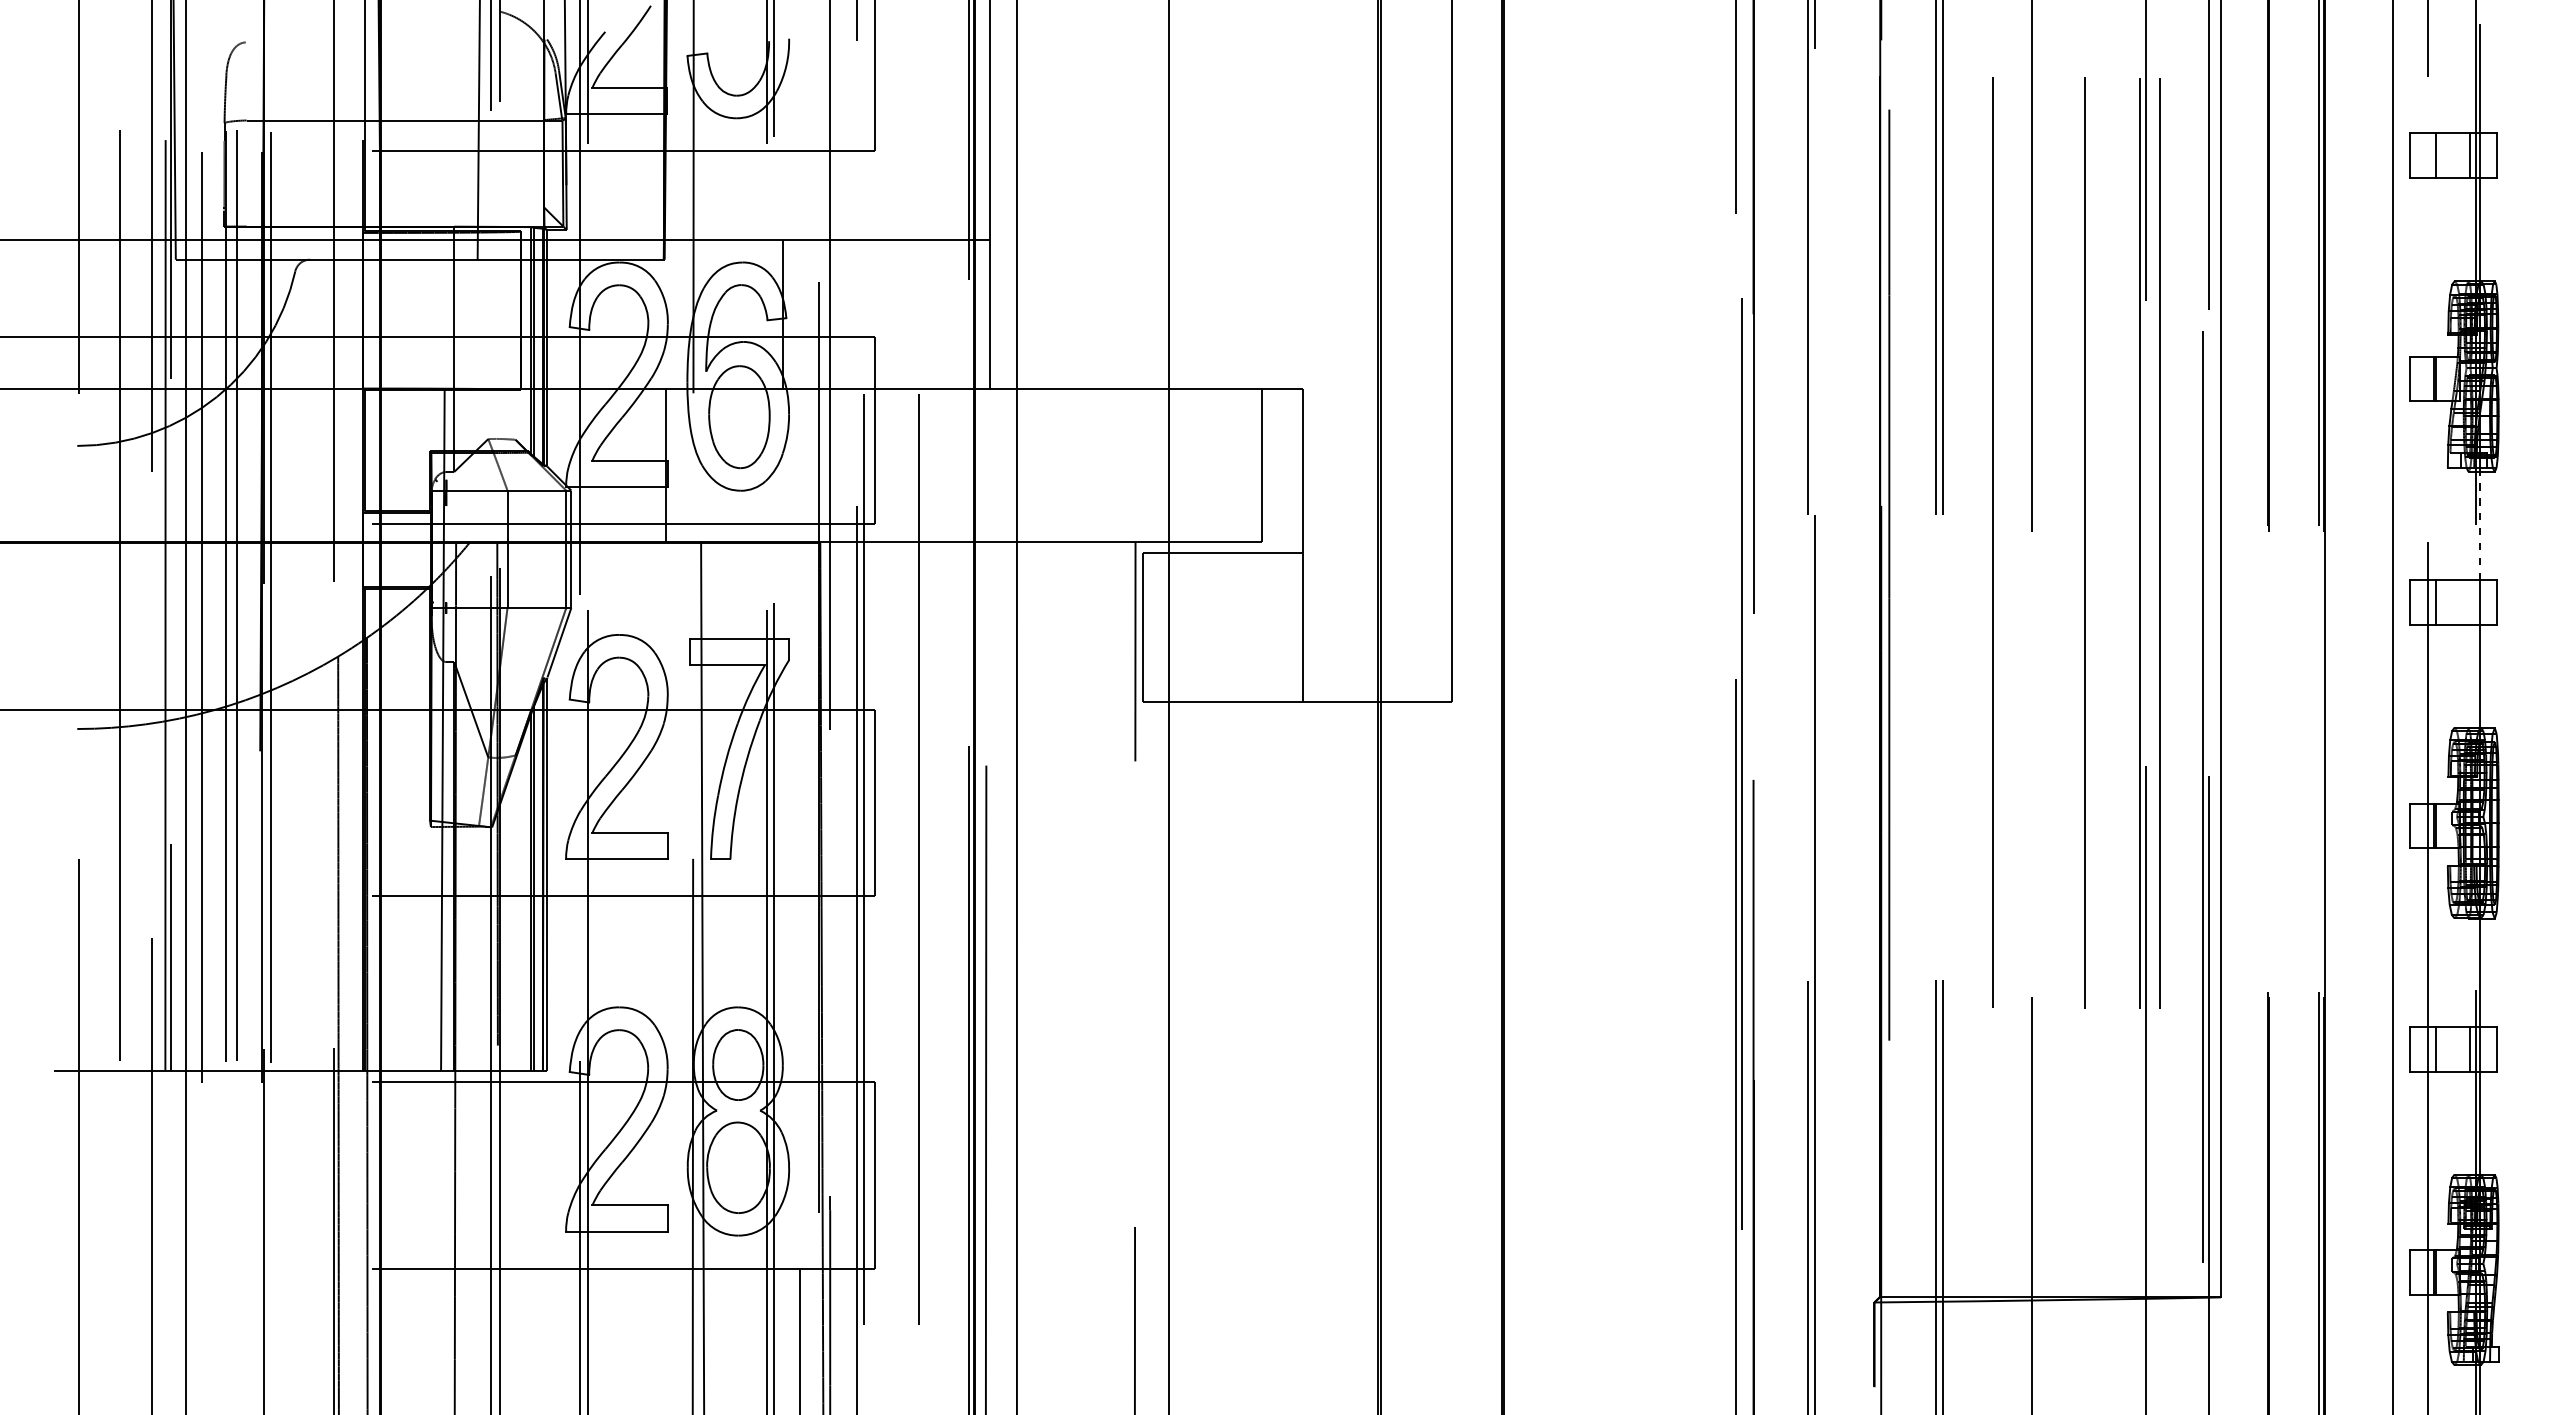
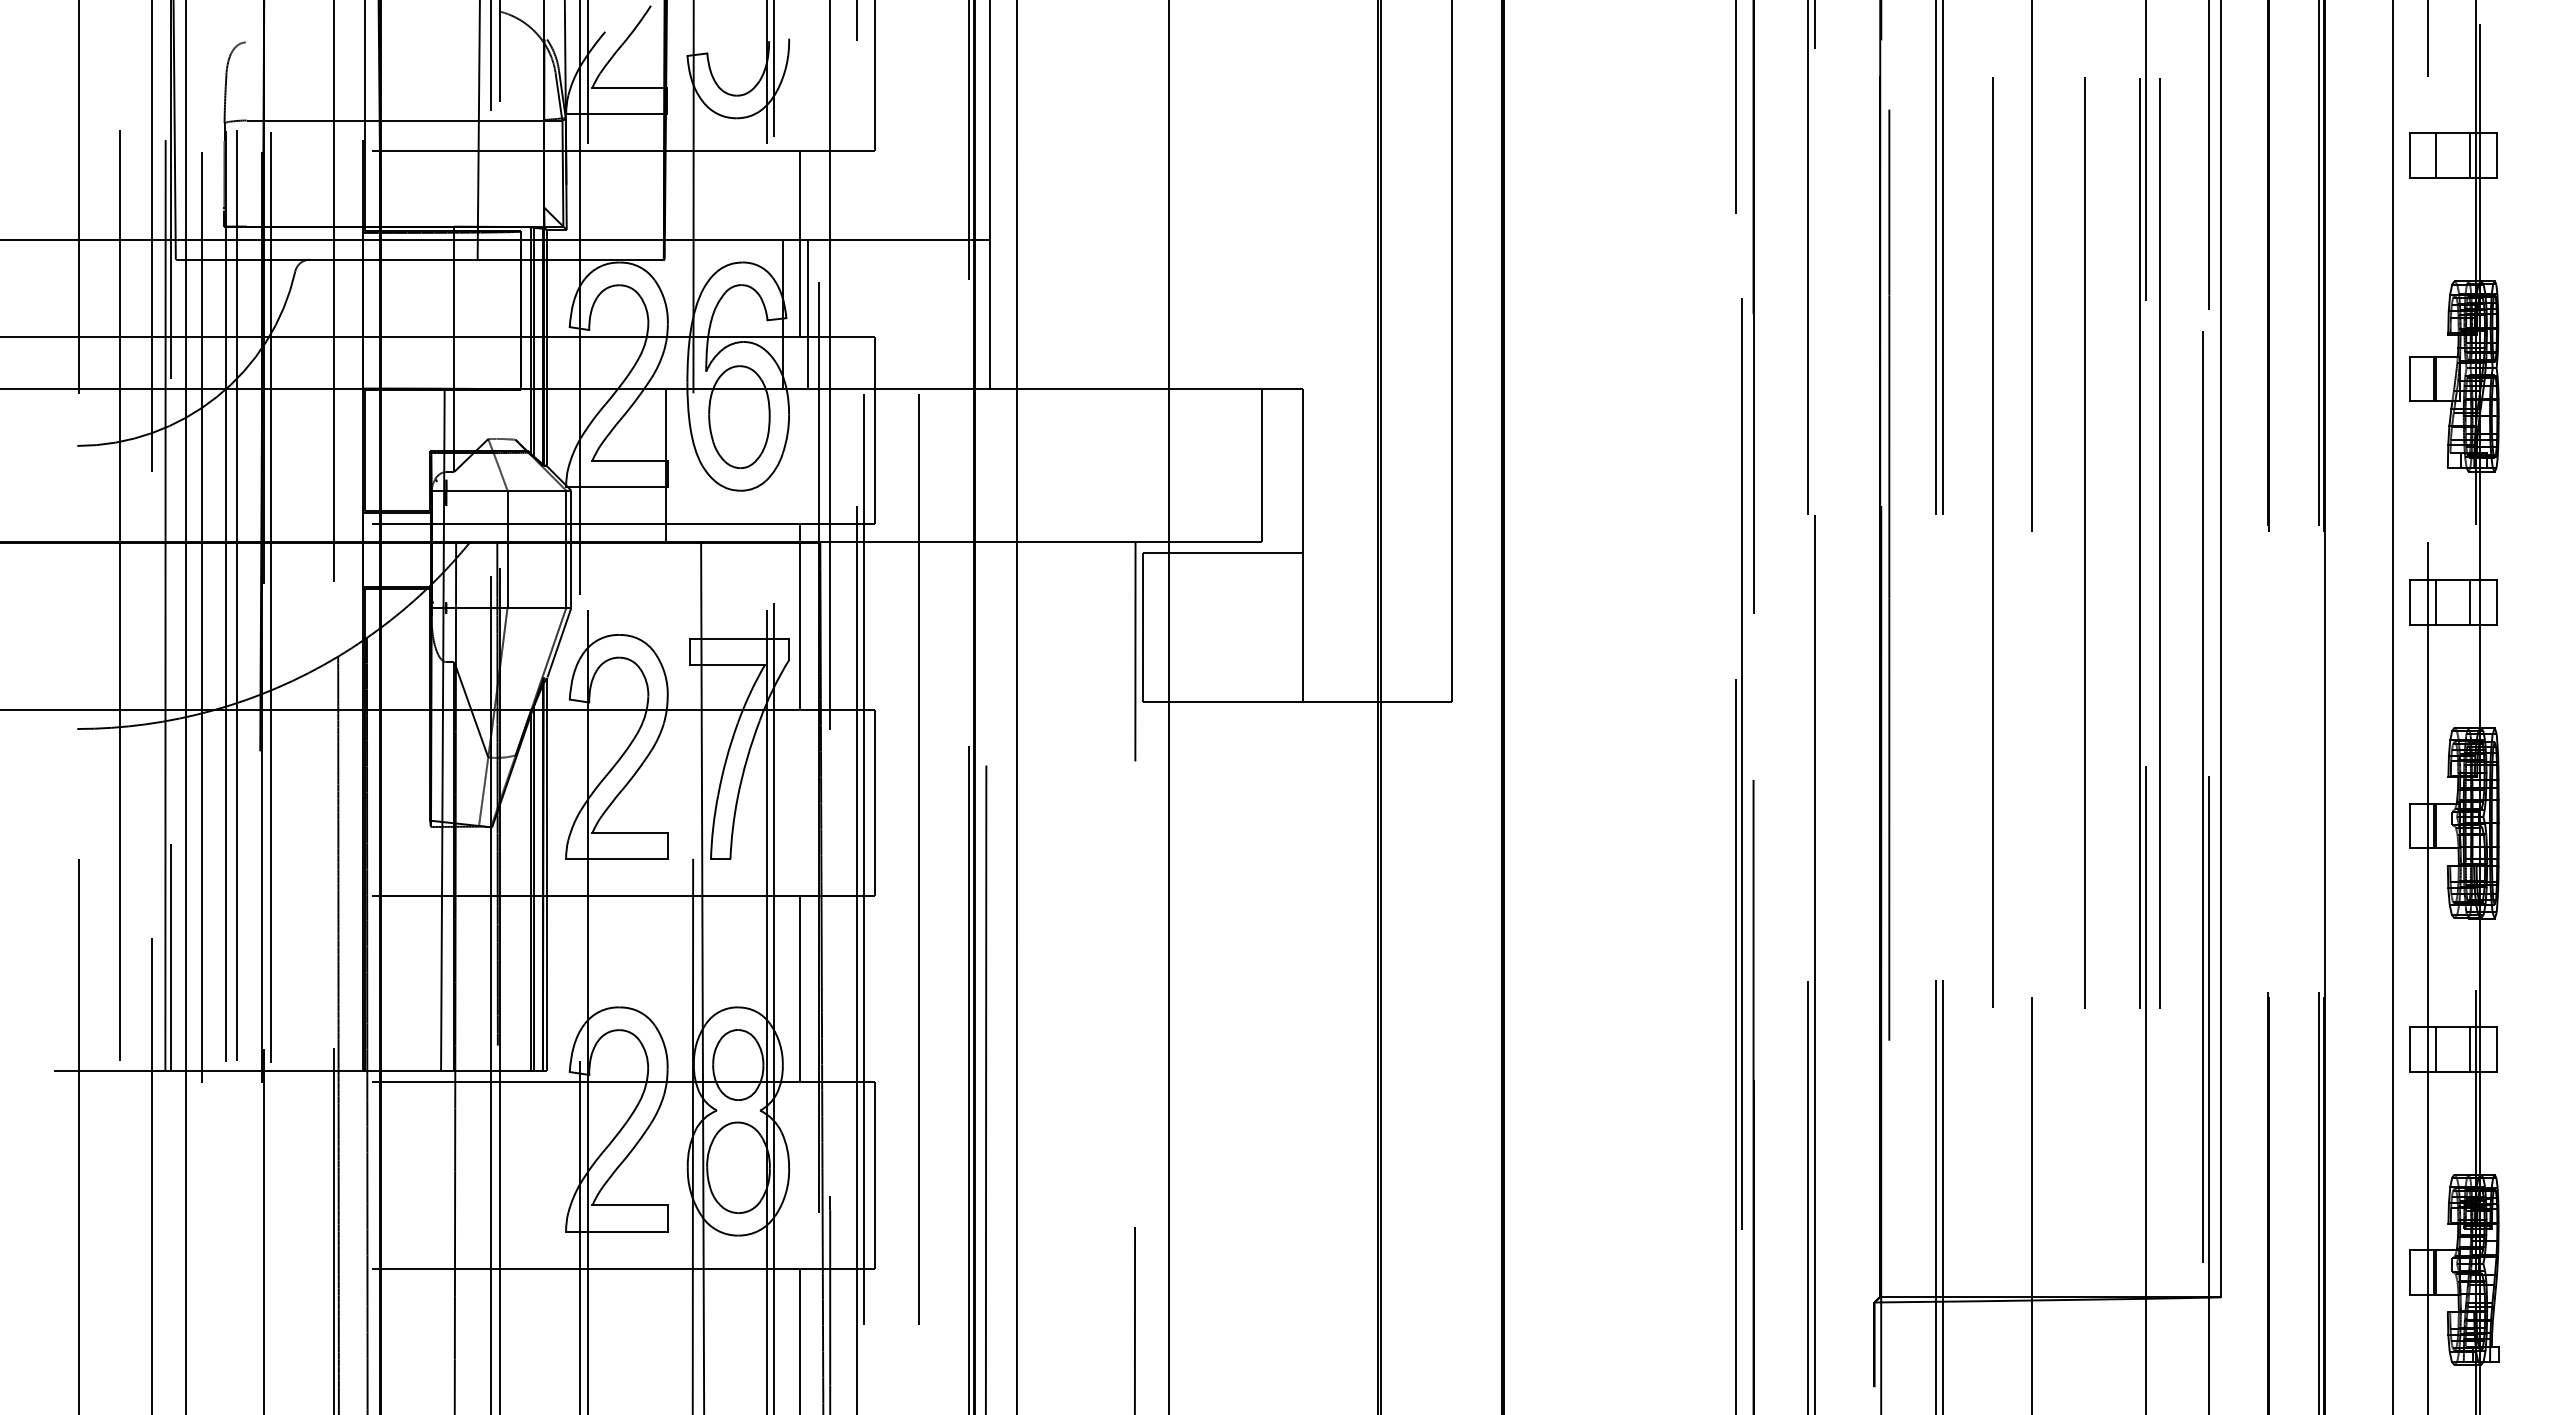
line at (800, 244): none -> present
line at (807, 314): none -> present
line at (2480, 525): dashed -> solid
line at (2470, 602): none -> present
line at (800, 616): none -> present
line at (800, 989): none -> present
